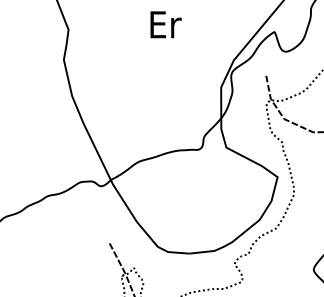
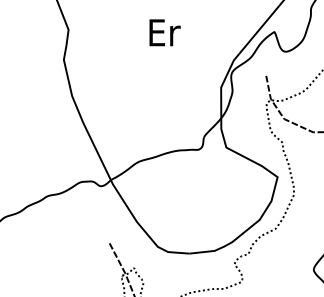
text at (165, 24) position: (165, 24) -> (164, 32)
